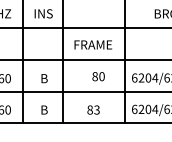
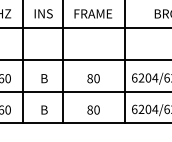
text at (93, 44) position: (93, 44) -> (93, 13)
text at (98, 76) position: (98, 76) -> (93, 78)
text at (96, 109): 83 -> 80
